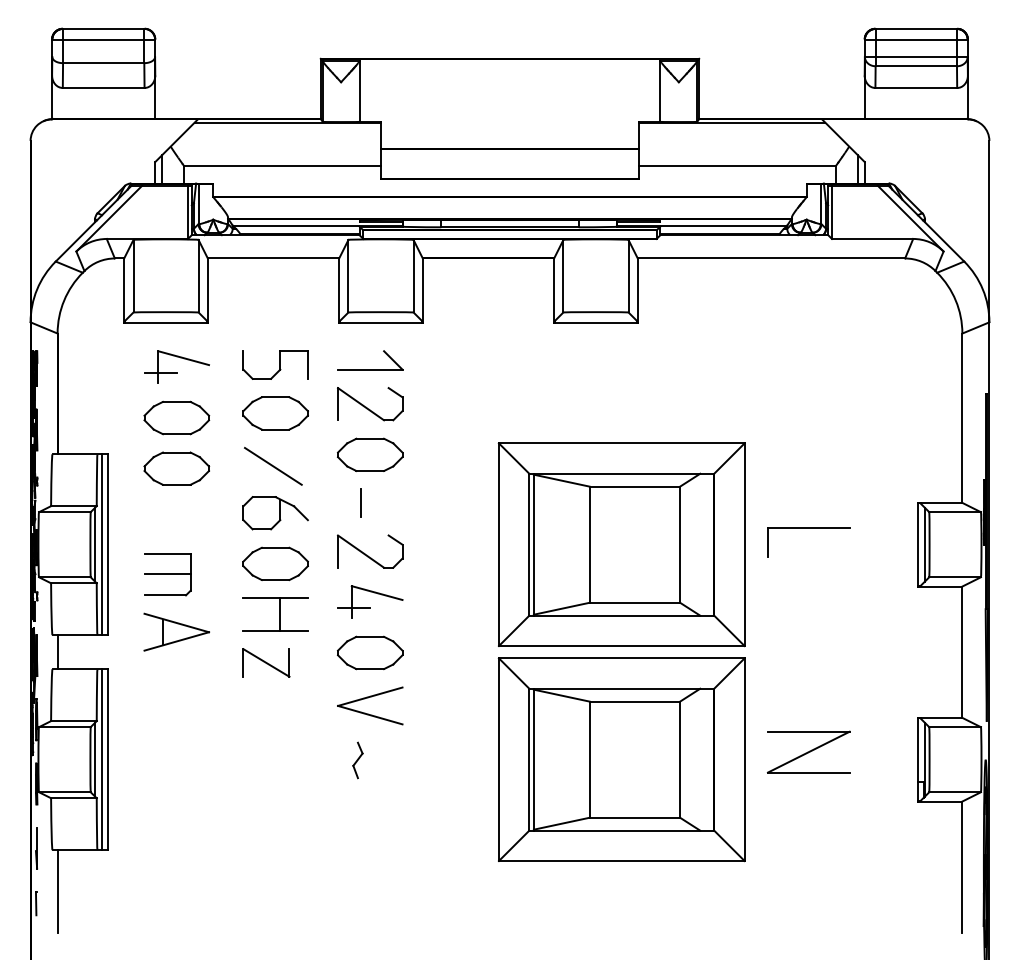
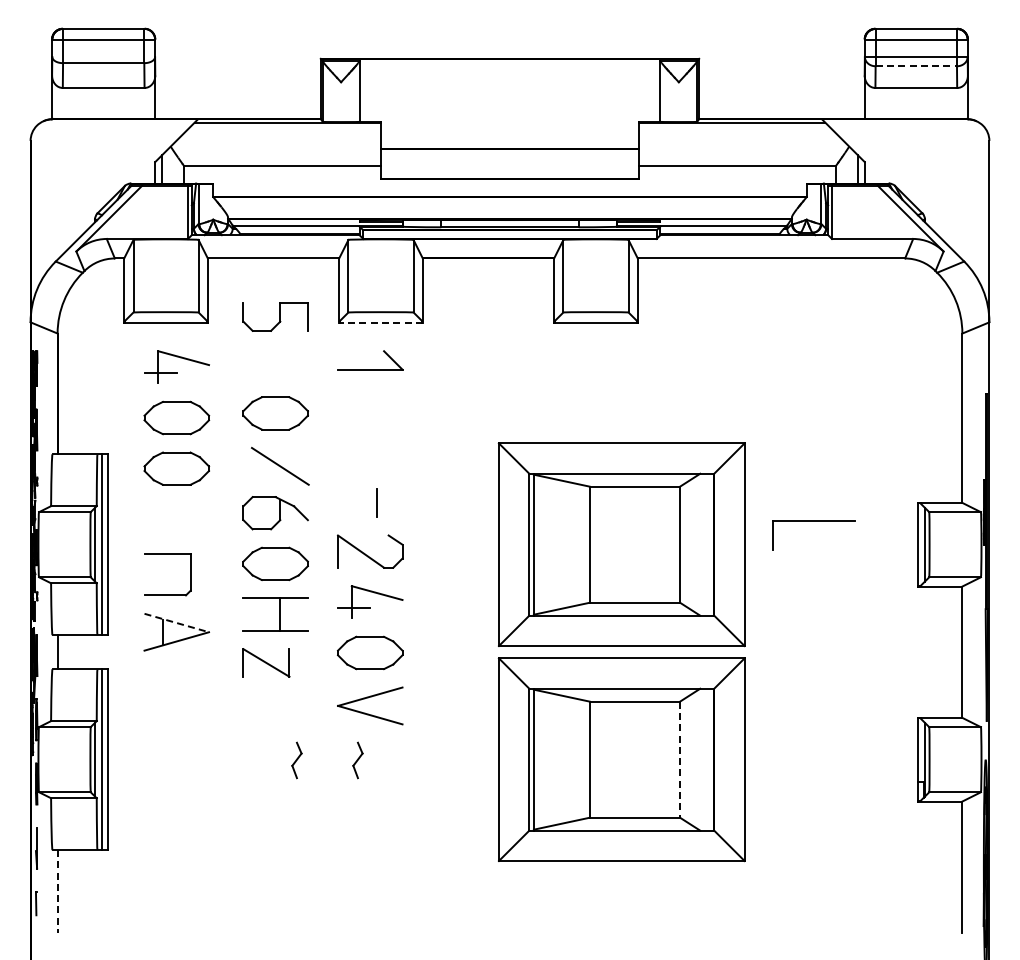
line at (916, 66): solid -> dashed
line at (381, 323): solid -> dashed
part at (275, 364) position: (275, 364) -> (275, 316)
part at (370, 404): present -> none
part at (370, 454): present -> none
line at (273, 465) position: (273, 465) -> (280, 465)
line at (360, 502) position: (360, 502) -> (376, 502)
part at (808, 528) position: (808, 528) -> (813, 521)
line at (167, 573): present -> none
line at (176, 623): solid -> dashed
part at (808, 751): present -> none
part at (296, 760): none -> present
line at (680, 760): solid -> dashed
line at (57, 891): solid -> dashed
